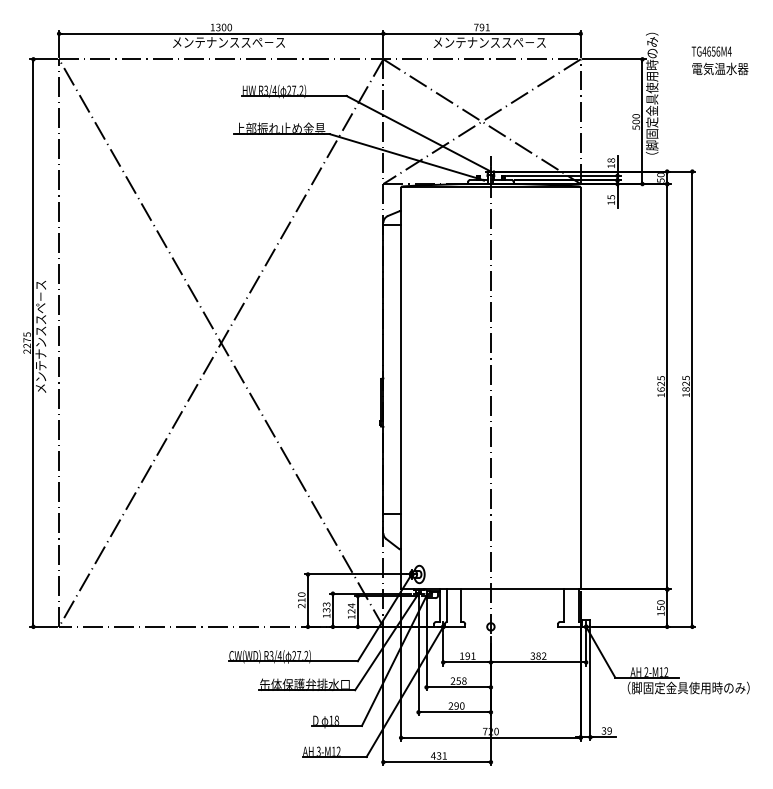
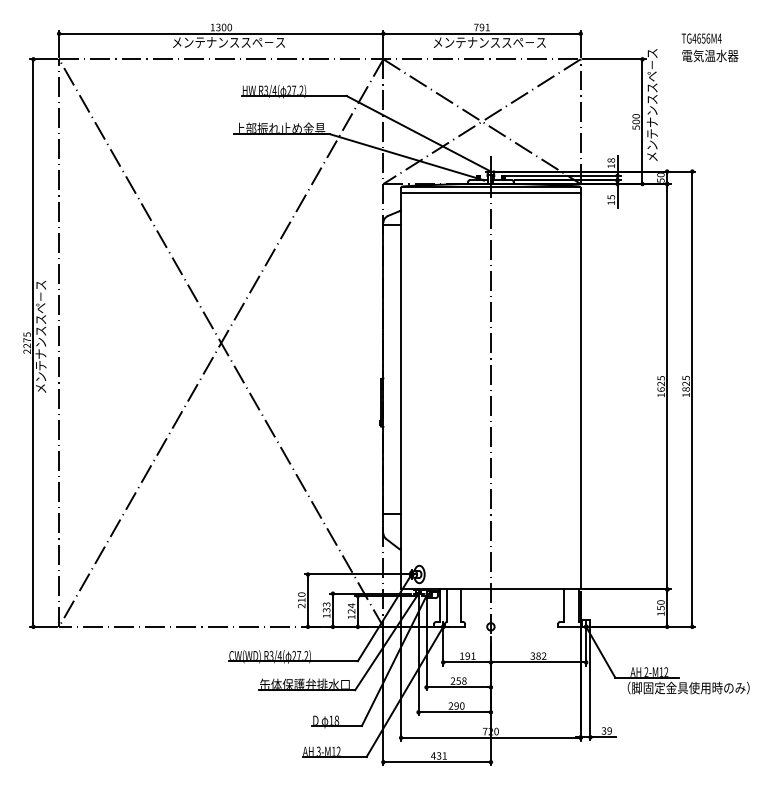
text at (719, 60) position: (719, 60) -> (709, 47)
text at (652, 96): （脚固定金具使用時のみ） -> メンテナンススペ－ス
line at (490, 192): none -> present
